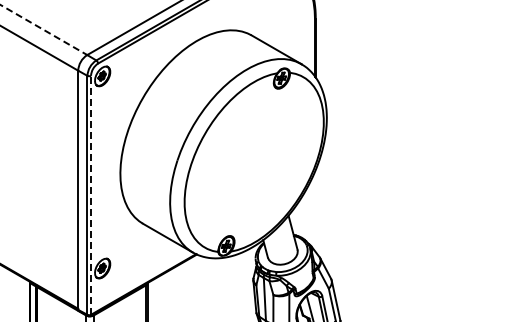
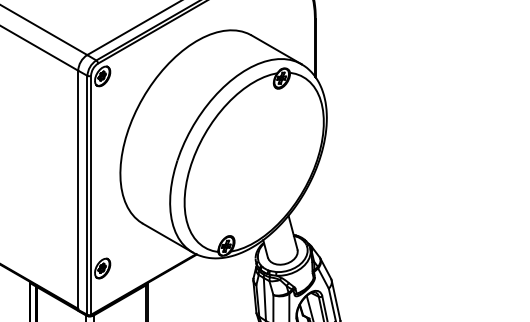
line at (43, 30): dashed -> solid
line at (91, 194): dashed -> solid
